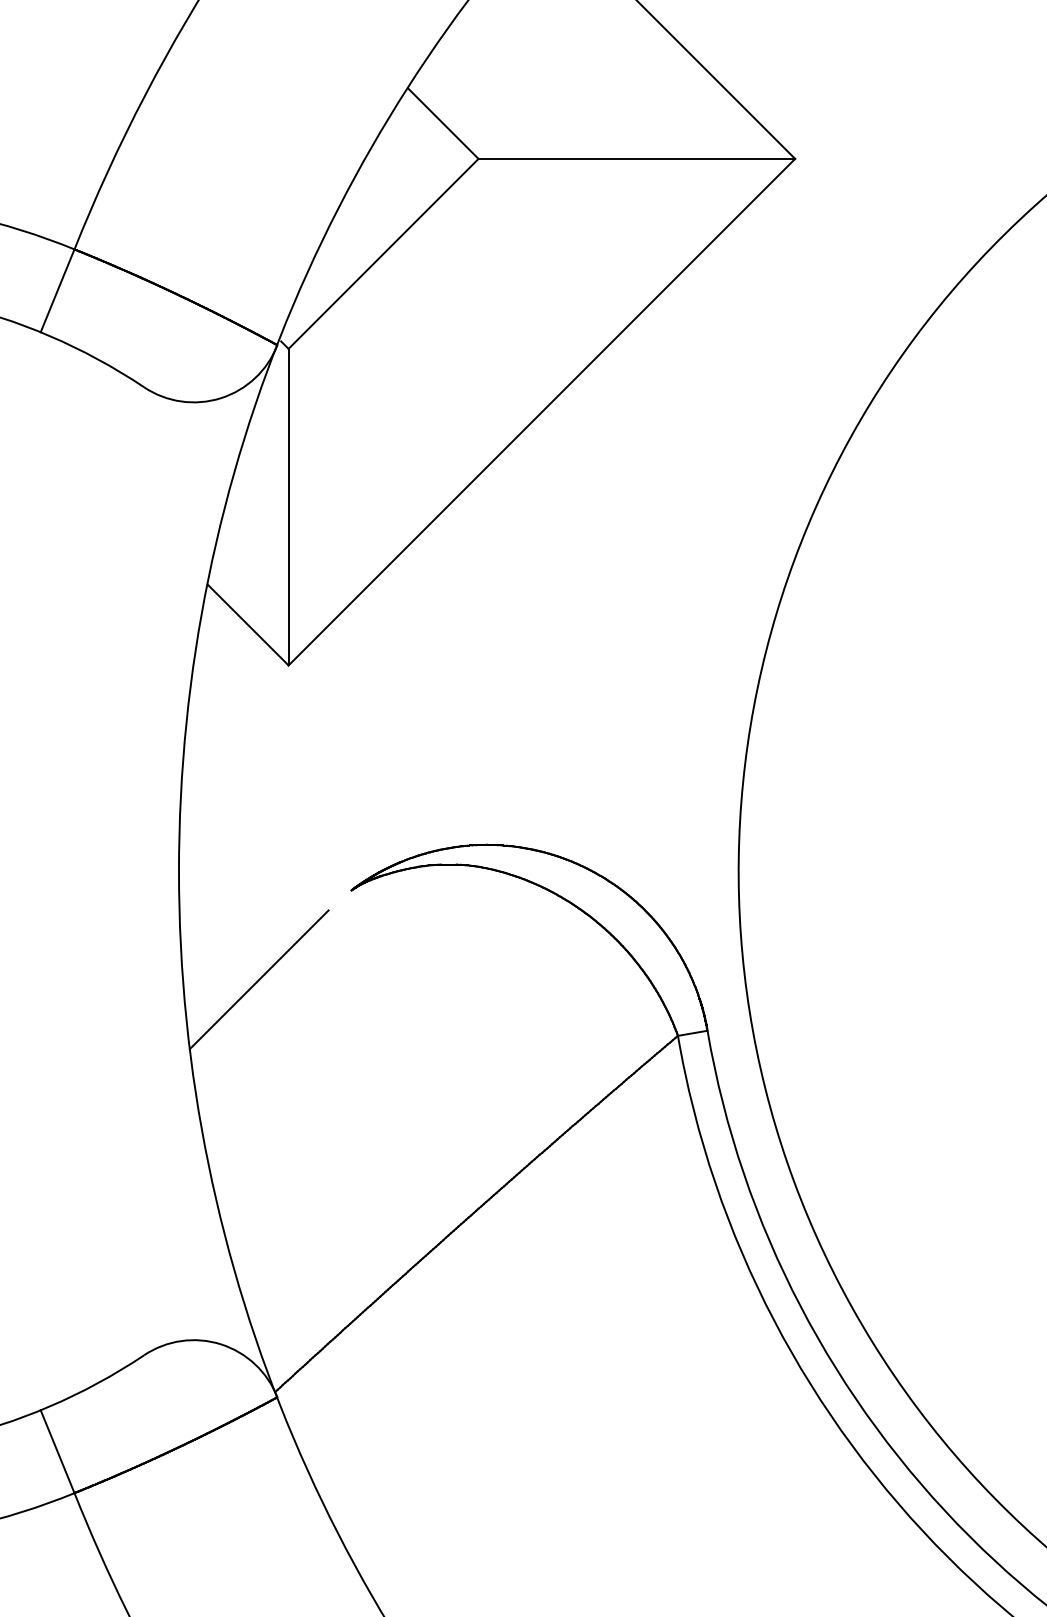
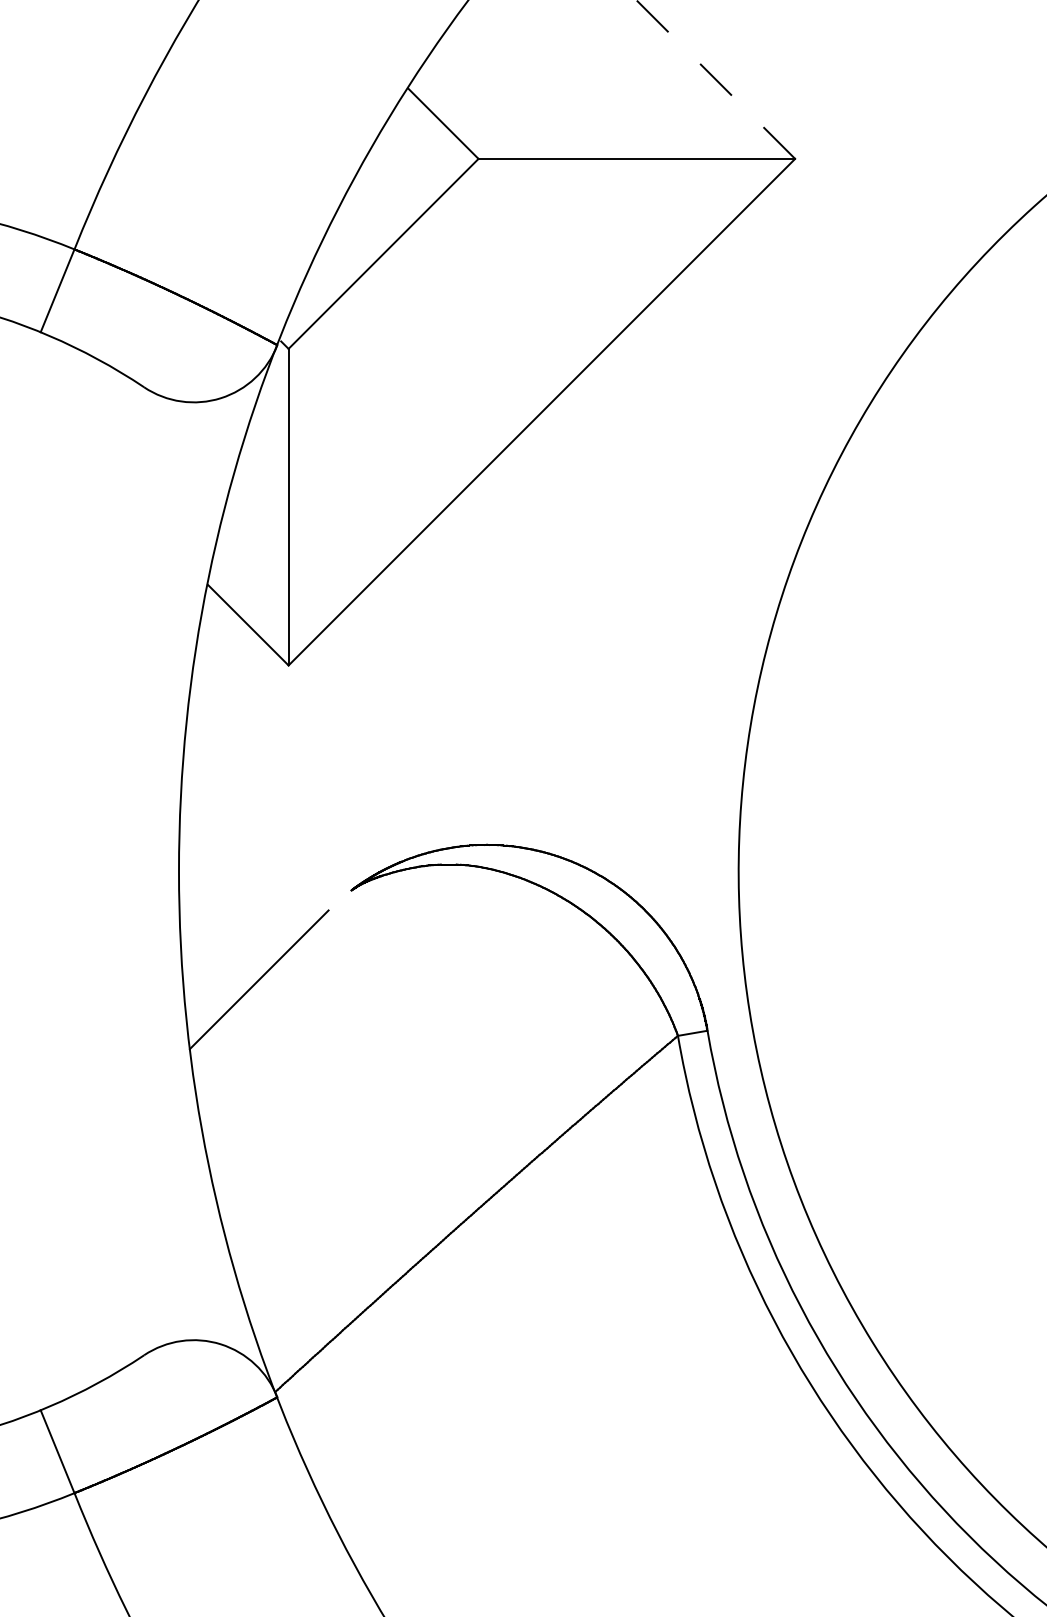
line at (715, 79): solid -> dashed
